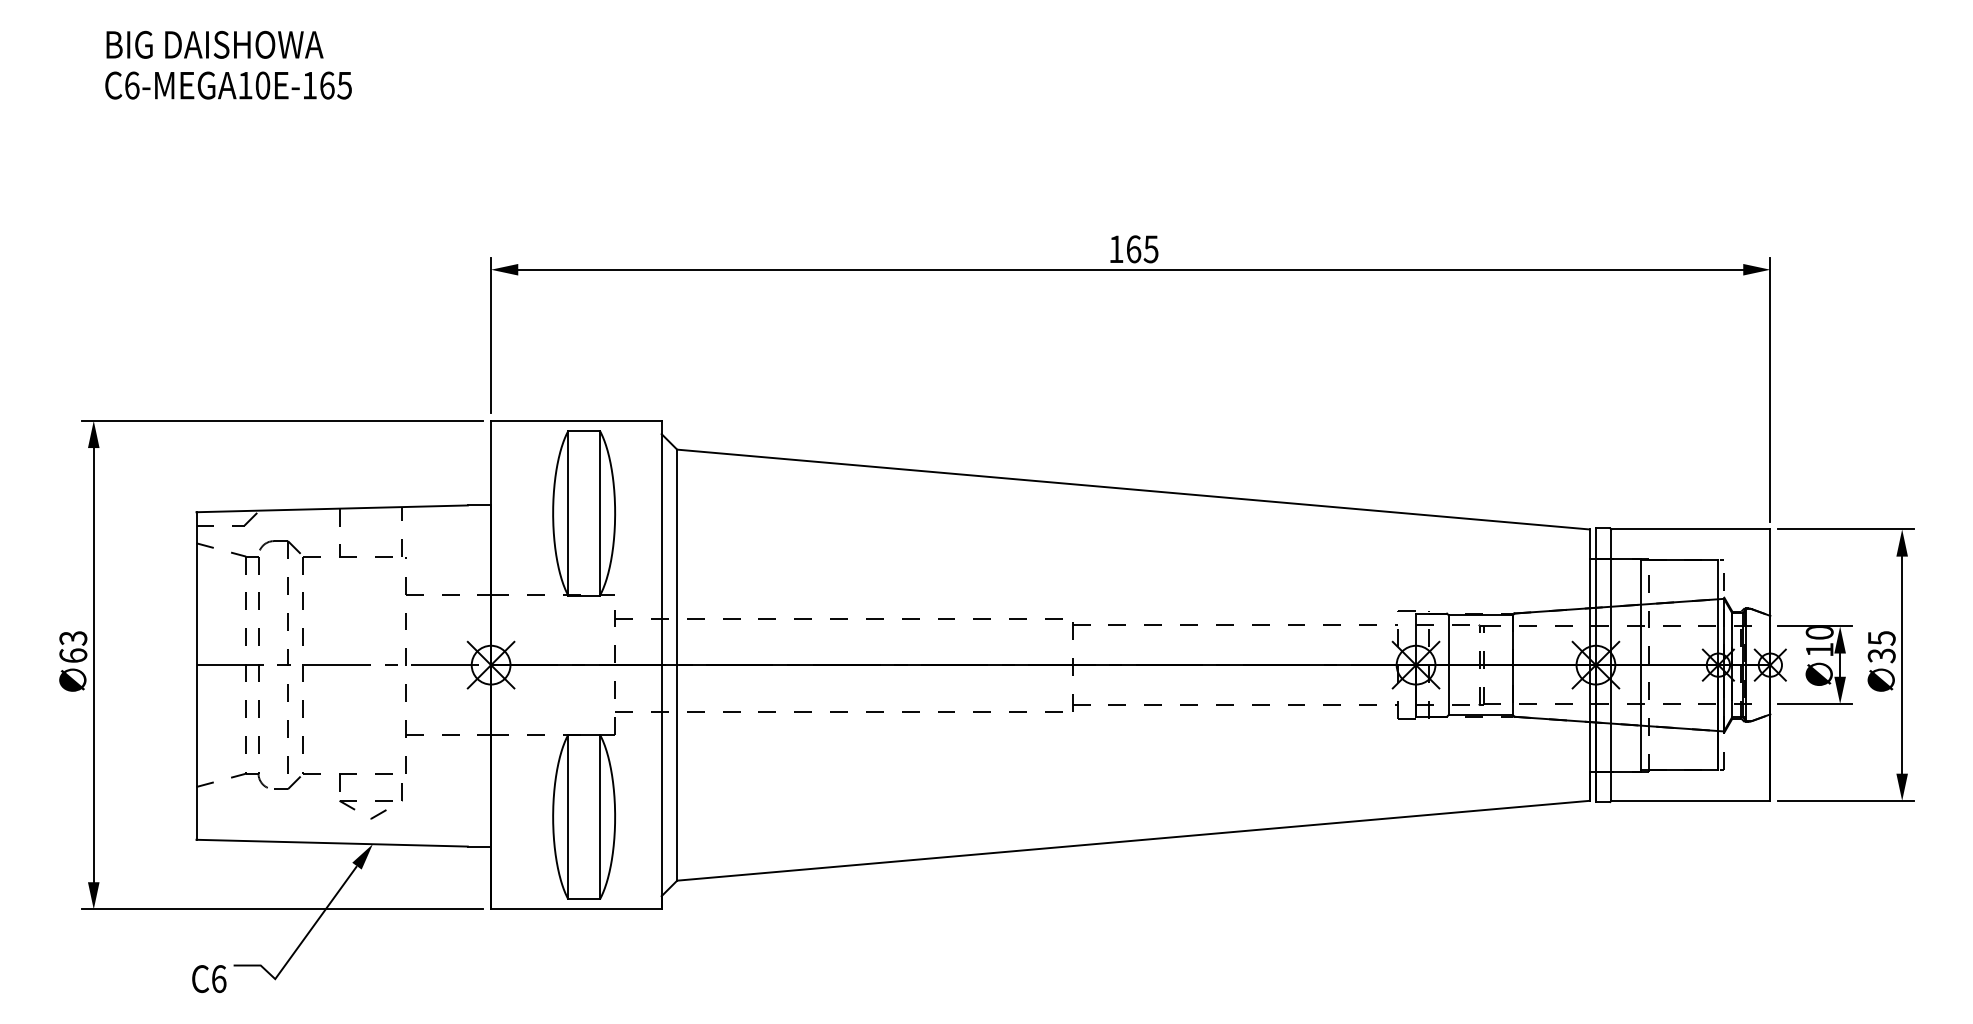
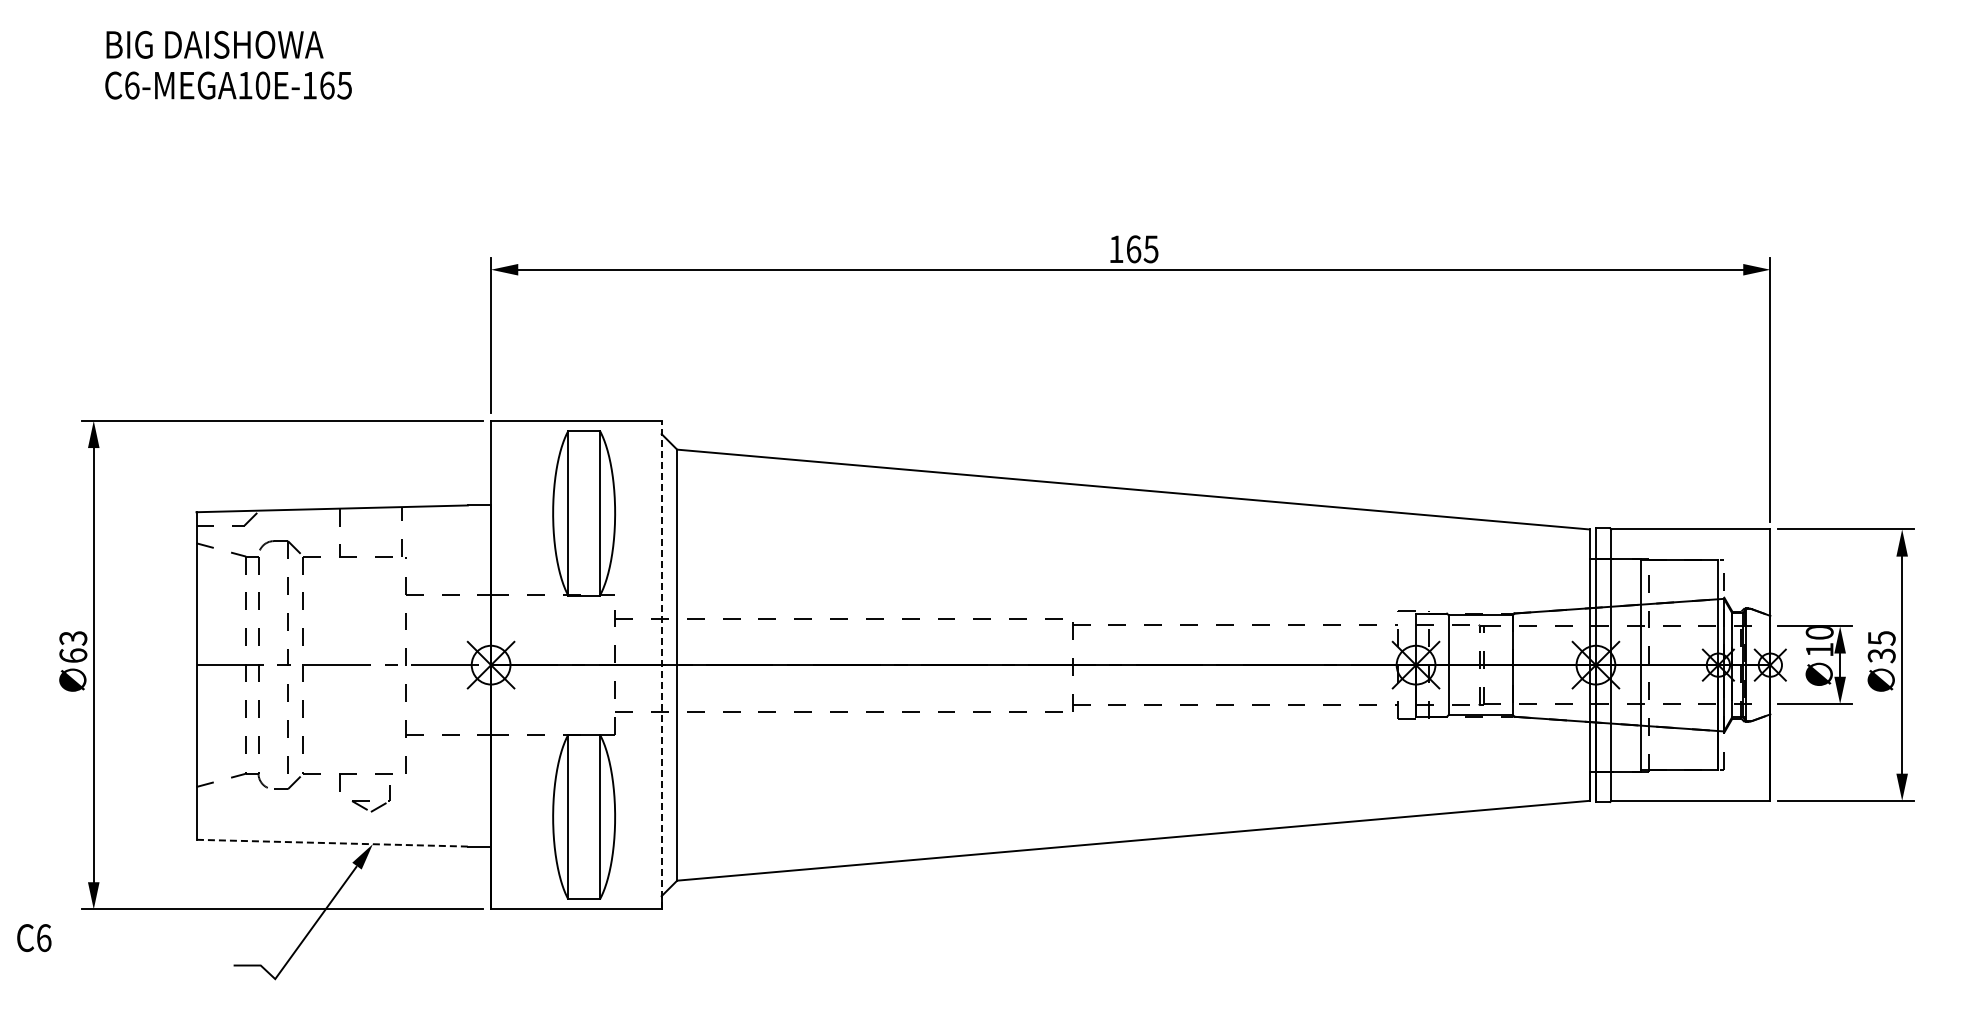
line at (661, 664): solid -> dashed
part at (370, 801) size: 64x37 px -> 40x28 px
line at (332, 843): solid -> dashed
text at (209, 978) position: (209, 978) -> (34, 937)
